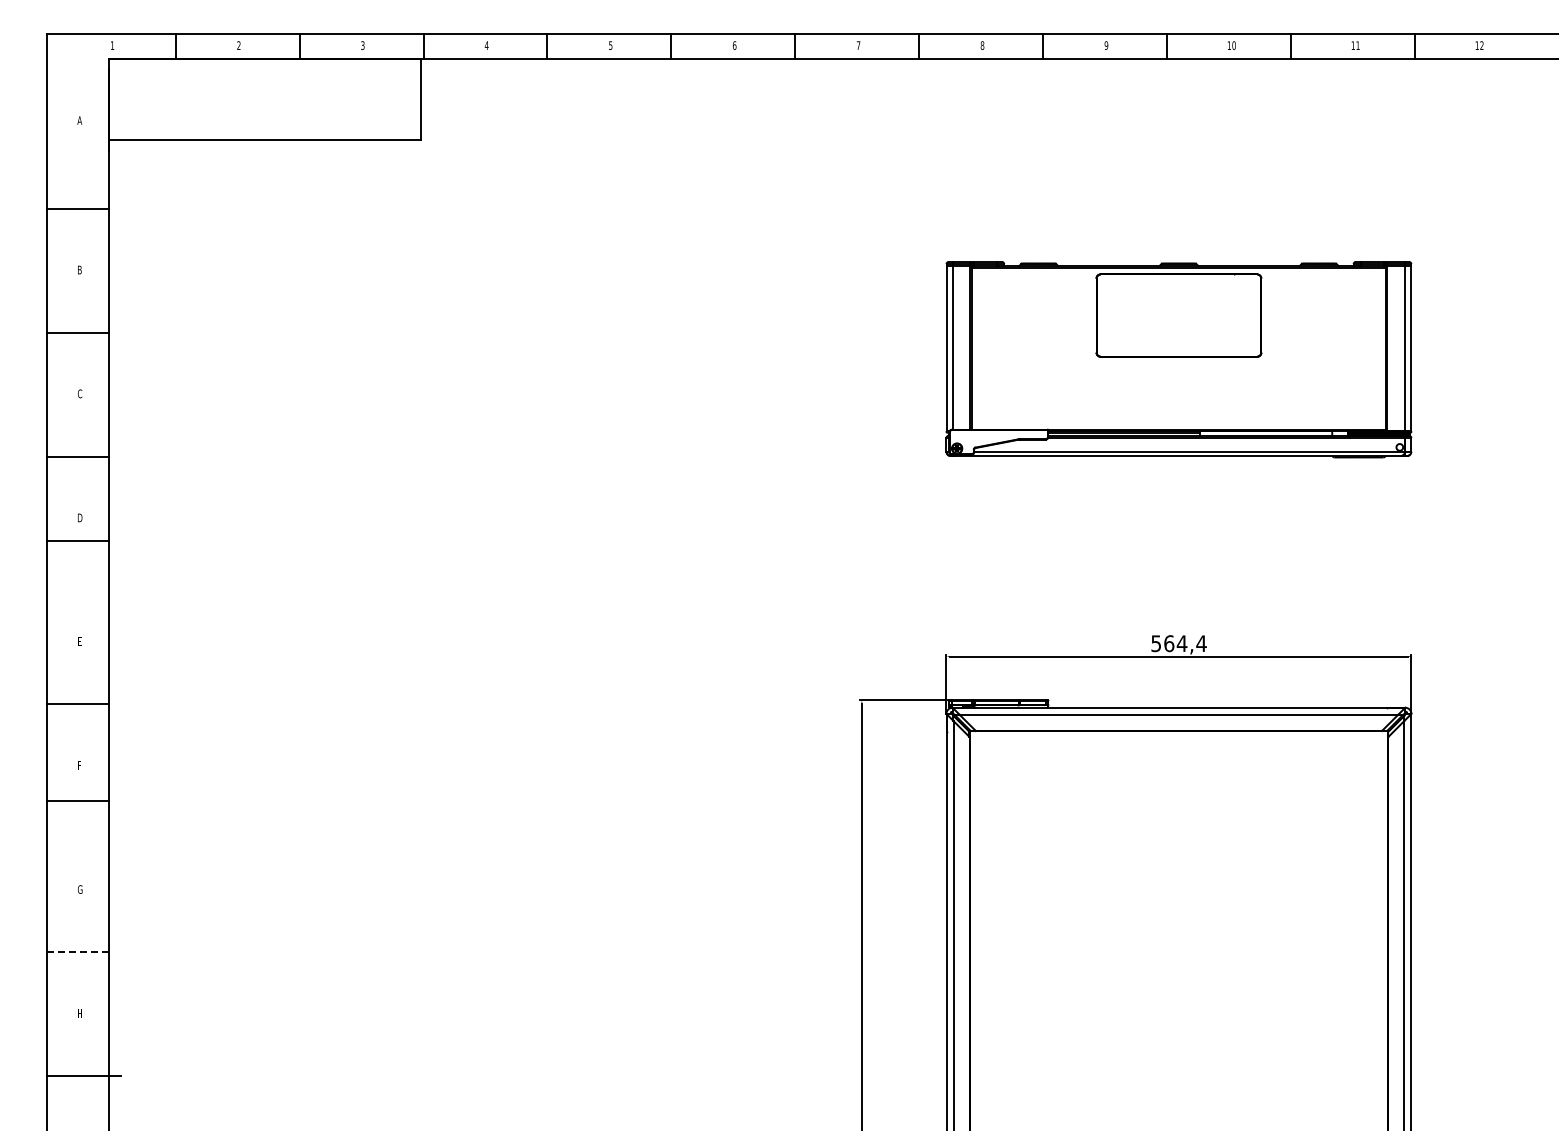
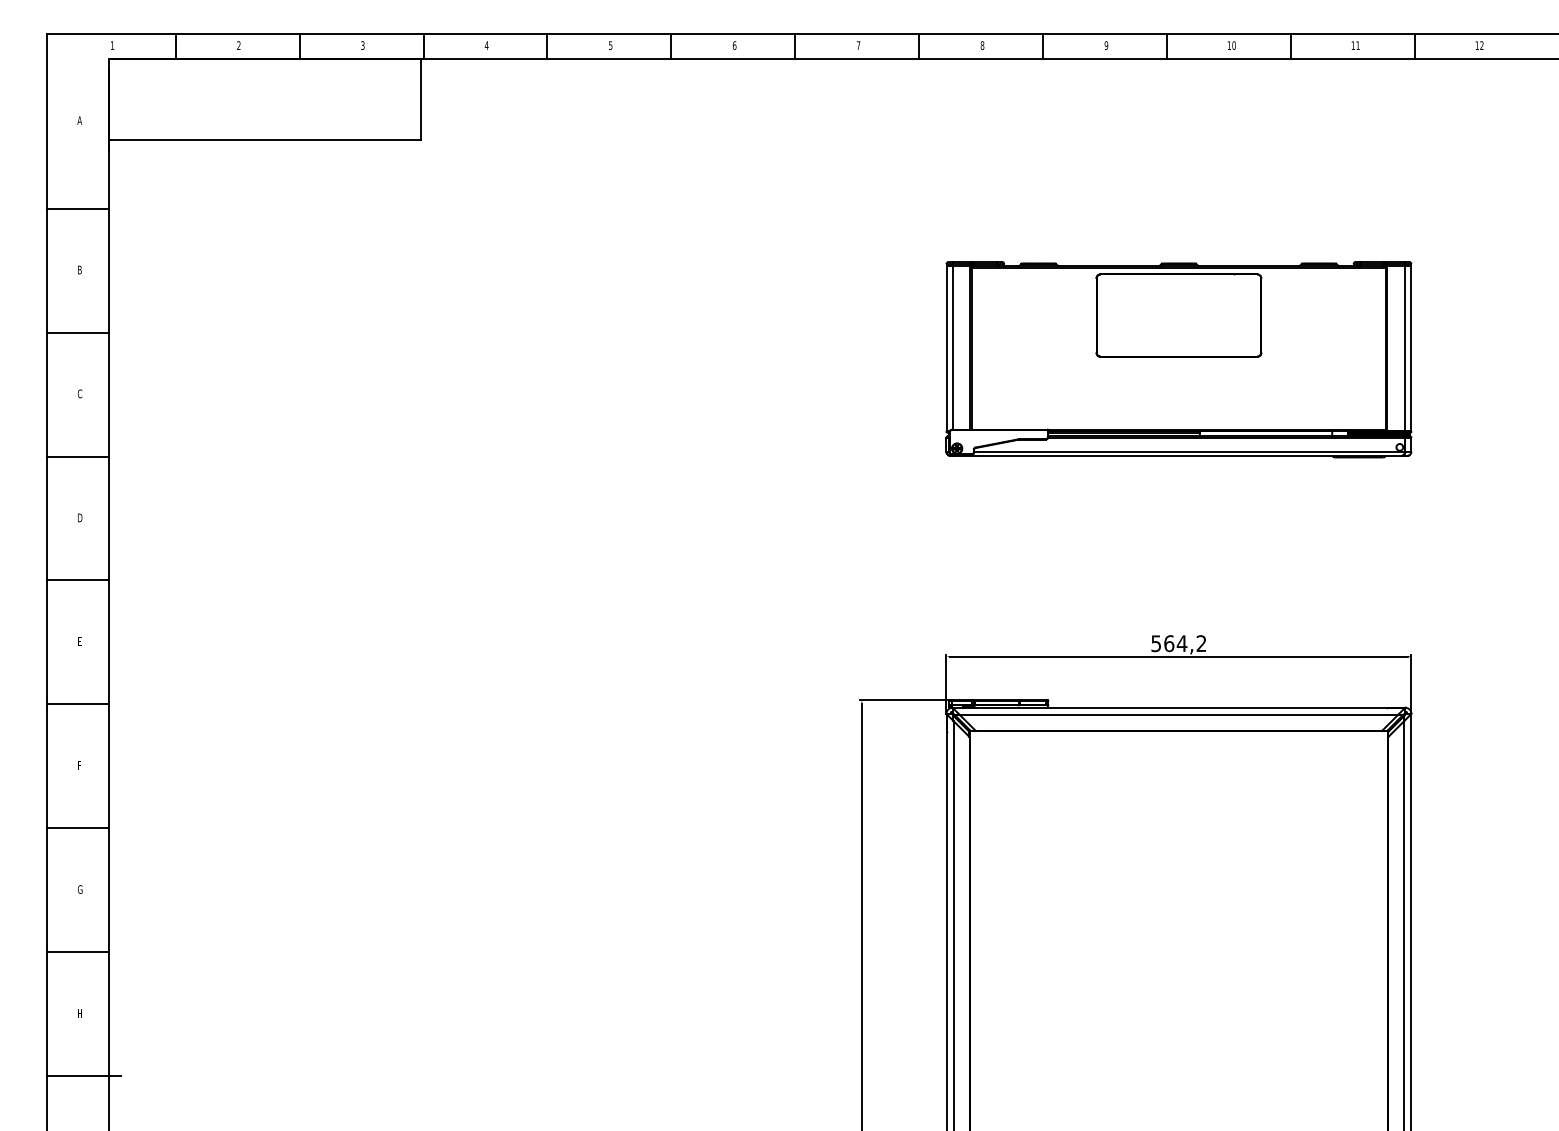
line at (77, 541) position: (77, 541) -> (77, 580)
text at (1201, 643): 564,4 -> 564,2
line at (77, 801) position: (77, 801) -> (77, 828)
line at (77, 952): dashed -> solid
